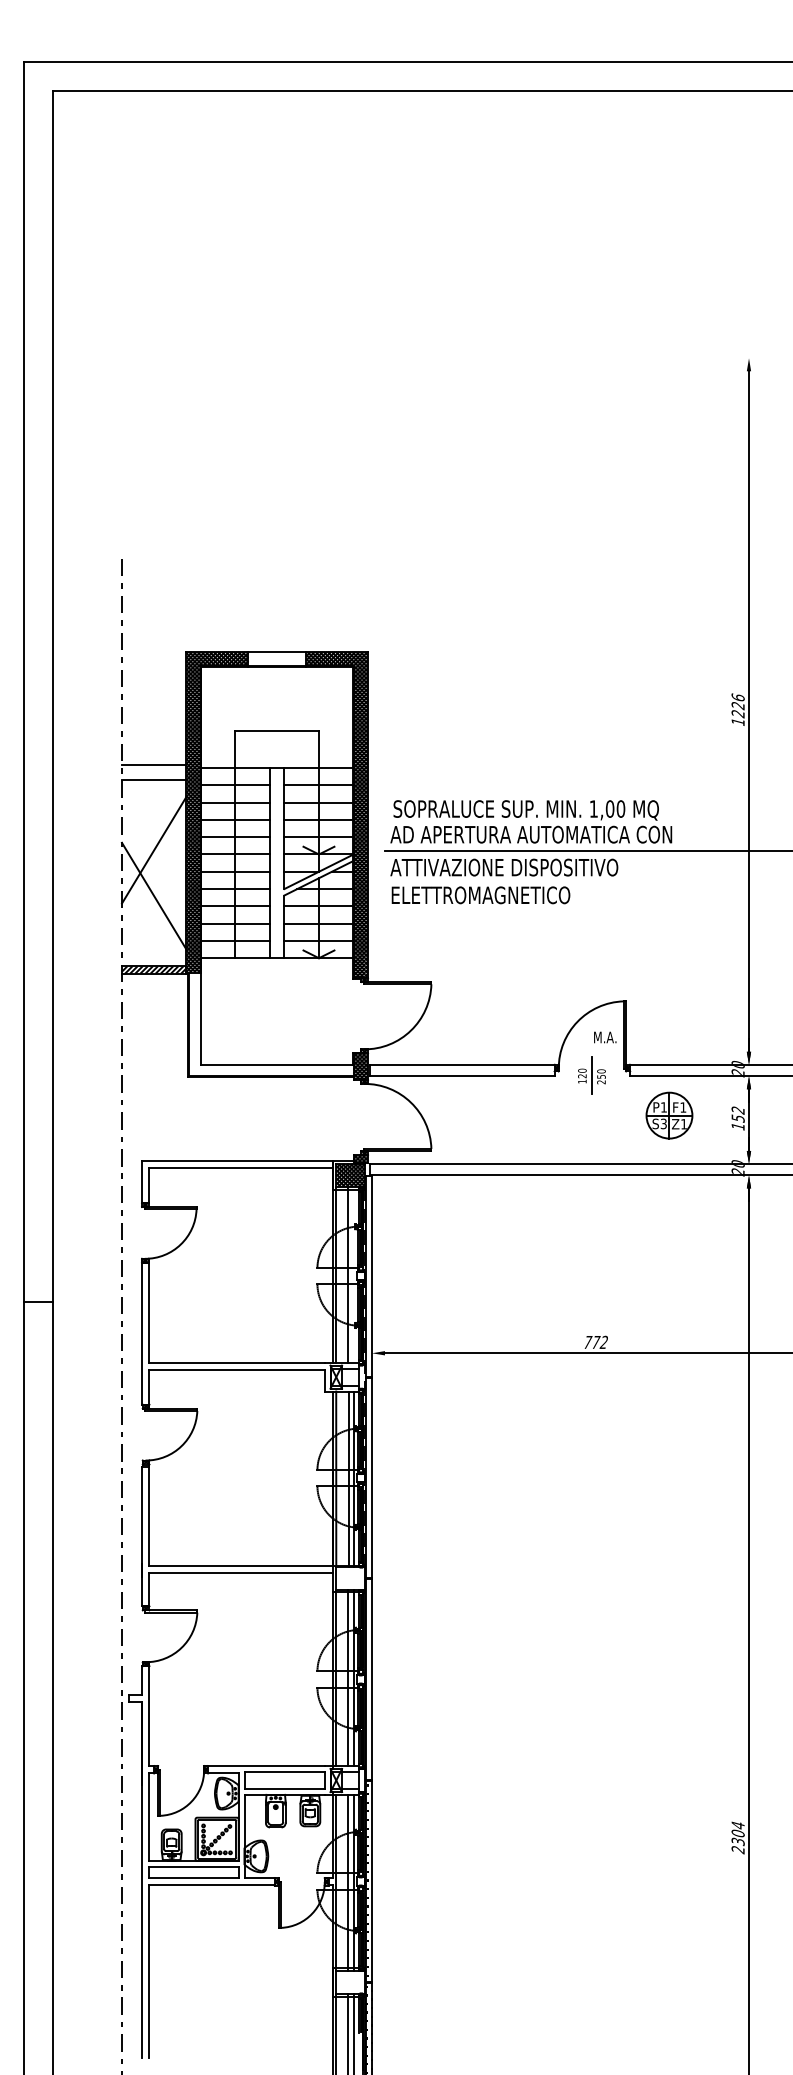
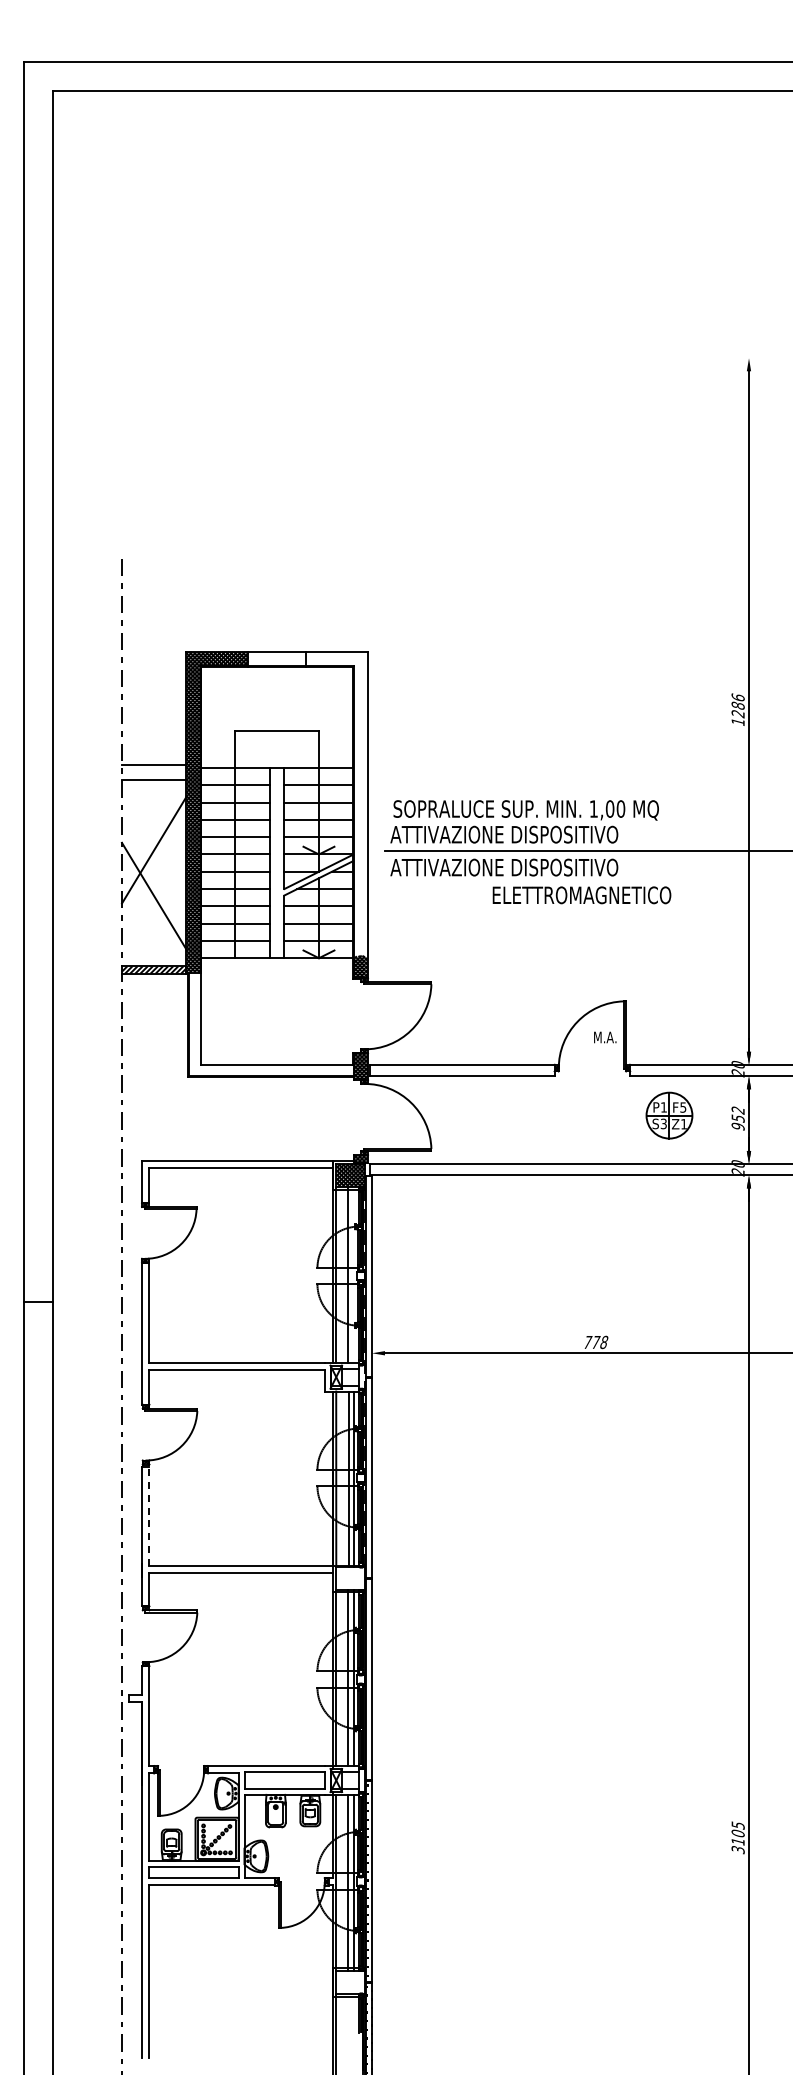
text at (737, 705): 1226 -> 1286
hatch at (336, 804): present -> none
text at (536, 834): AD APERTURA AUTOMATICA CON -> ATTIVAZIONE DISPOSITIVO
text at (480, 895) position: (480, 895) -> (581, 895)
part at (591, 1075): present -> none
text at (683, 1107): F1 -> F5
text at (737, 1126): 152 -> 952
text at (603, 1342): 772 -> 778
line at (149, 1516): solid -> dashed
text at (737, 1837): 2304 -> 3105
line at (347, 2032): present -> none
line at (353, 2032): present -> none
